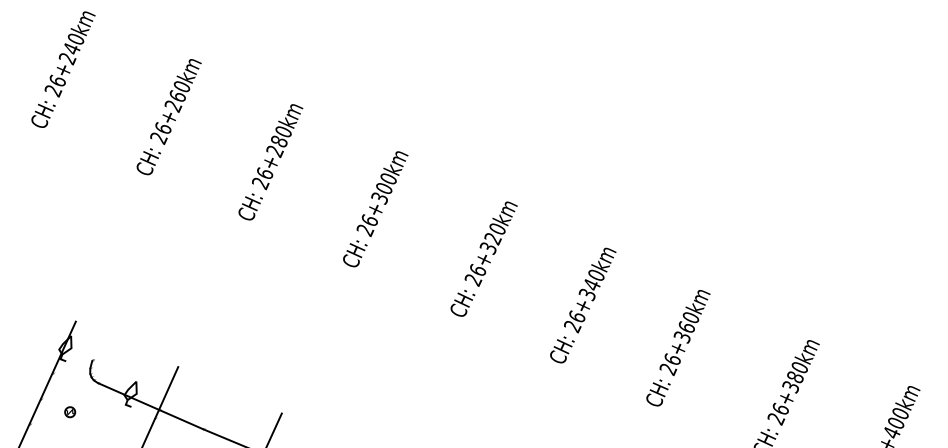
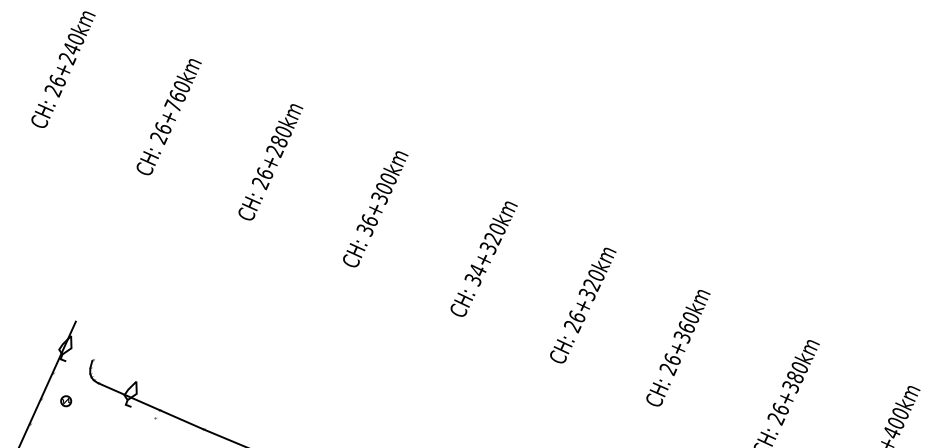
text at (173, 105): 26+260km -> 26+760km
text at (365, 230): 26+300km -> 36+300km
text at (475, 275): 26+320km -> 34+320km
text at (591, 285): 26+340km -> 26+320km
line at (160, 405): present -> none
part at (70, 412) position: (70, 412) -> (66, 401)
line at (274, 428): present -> none
